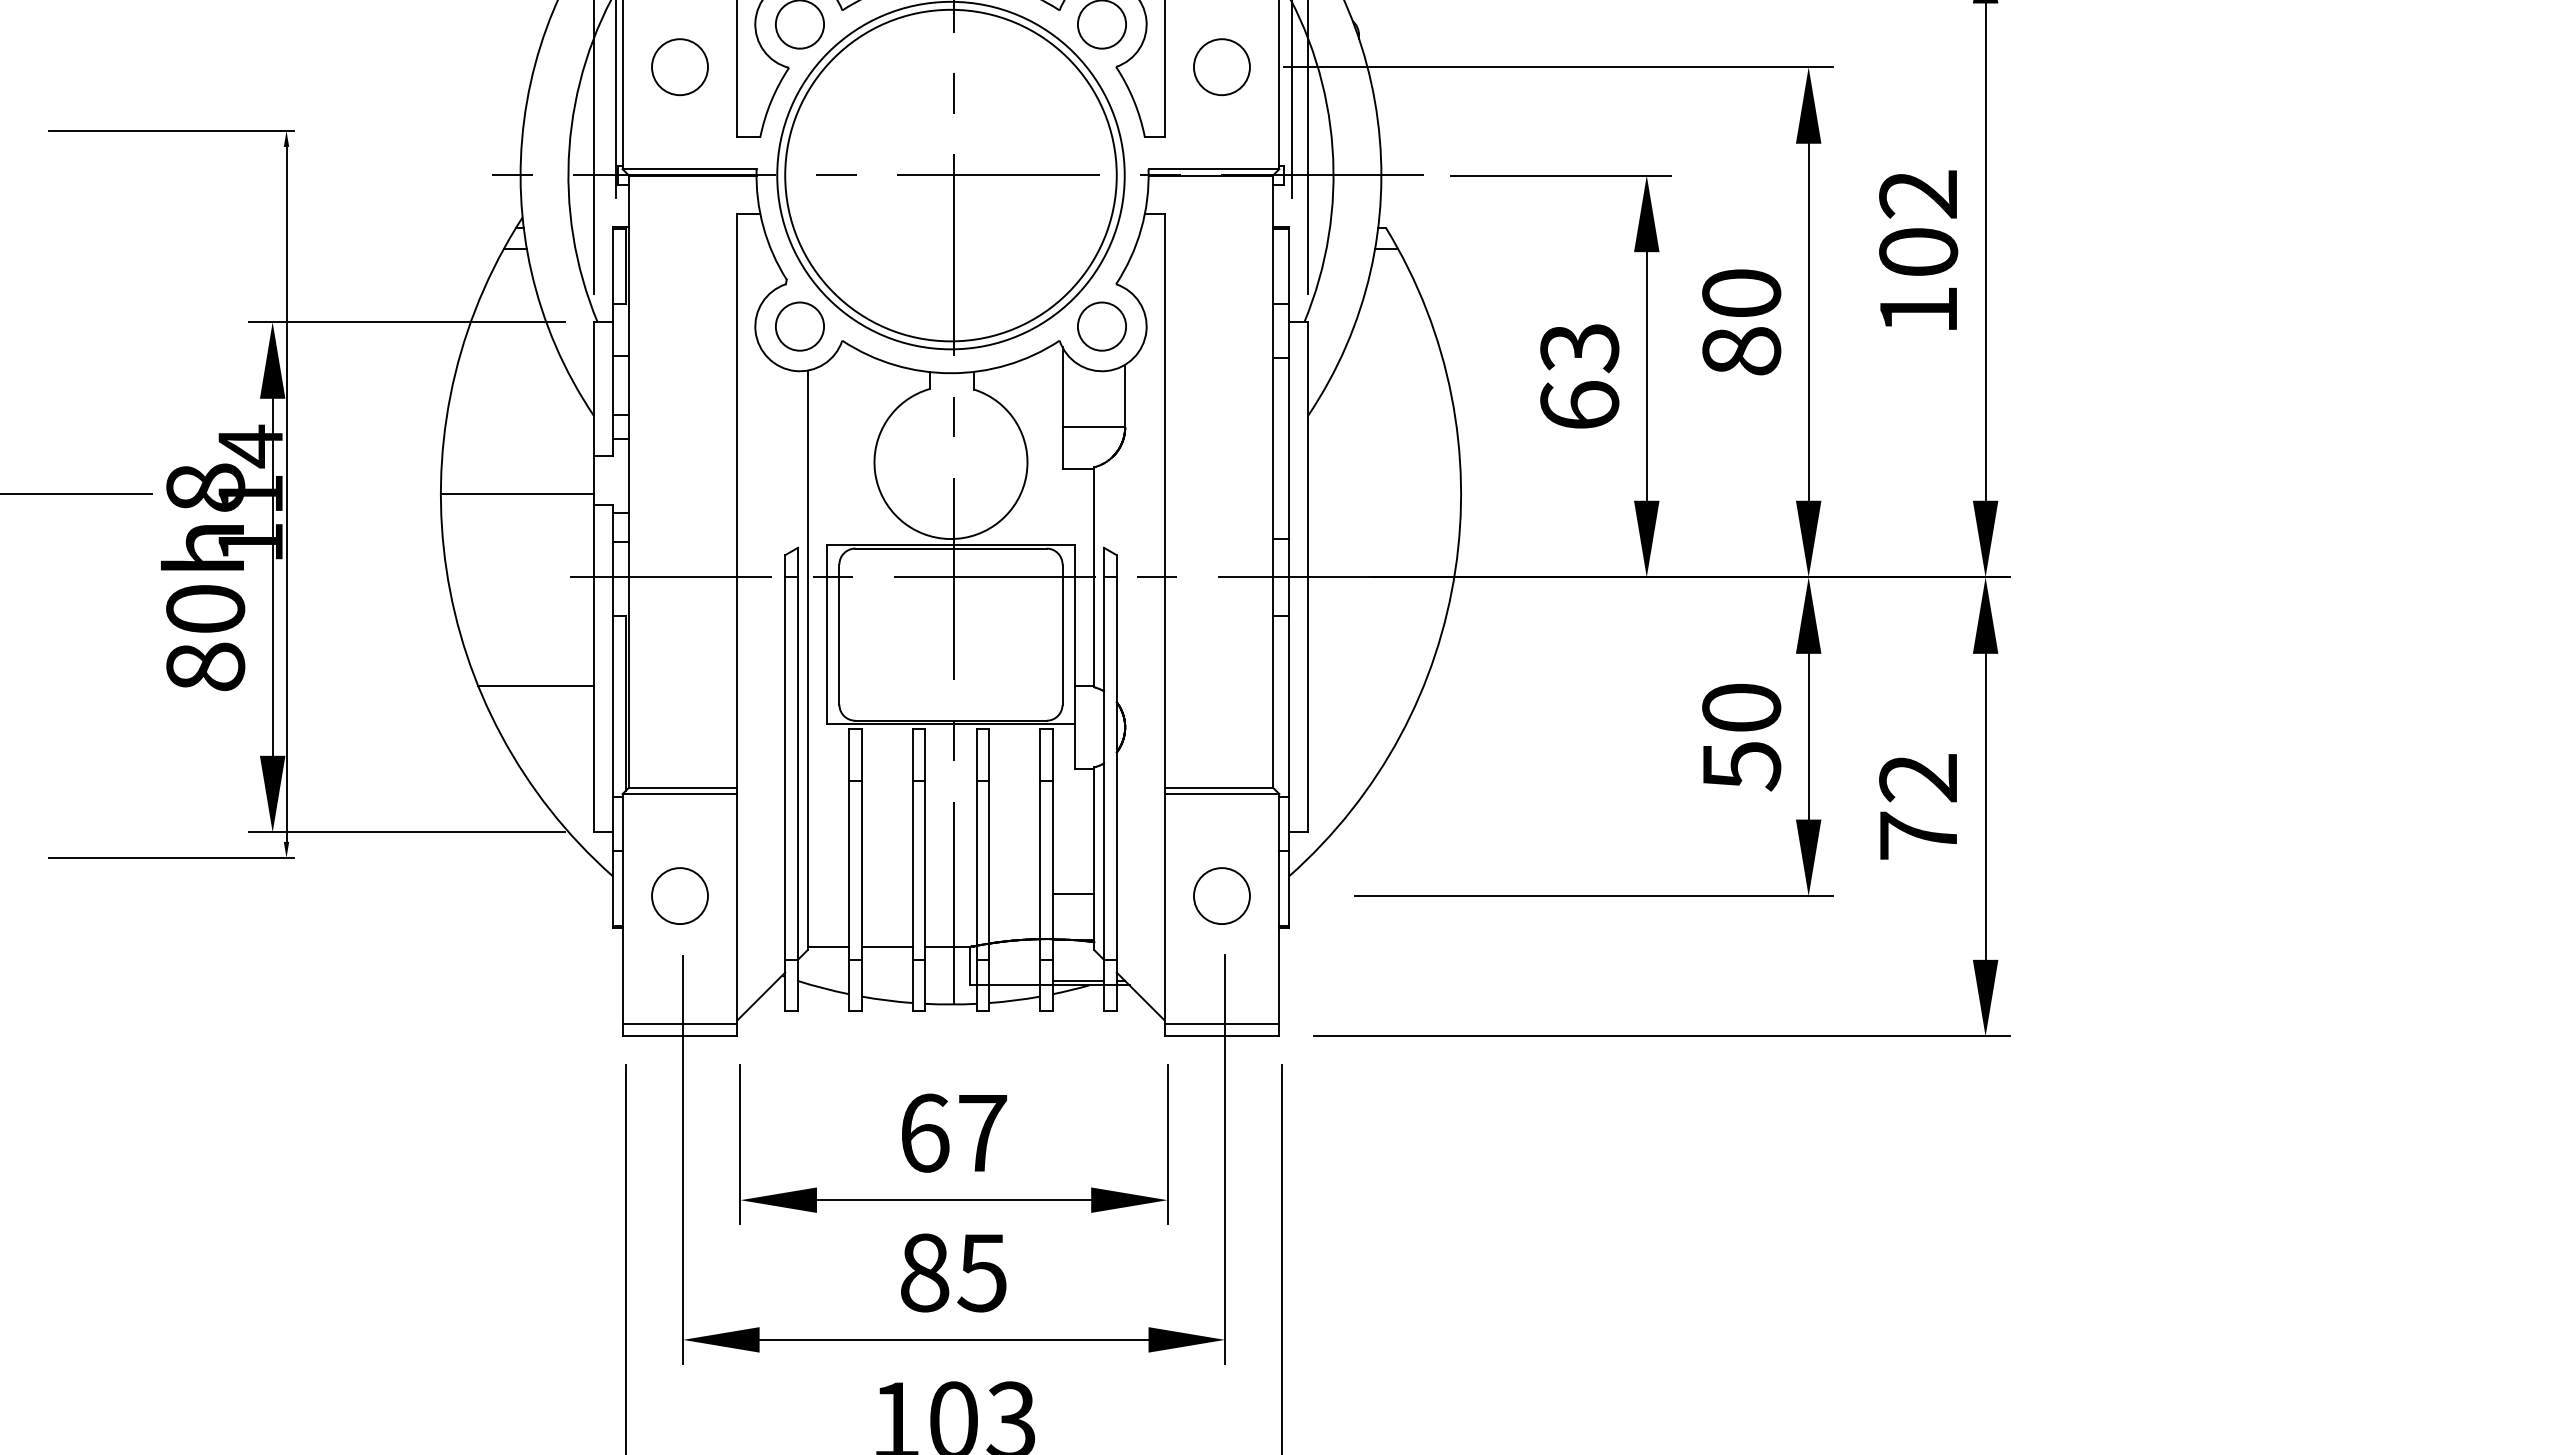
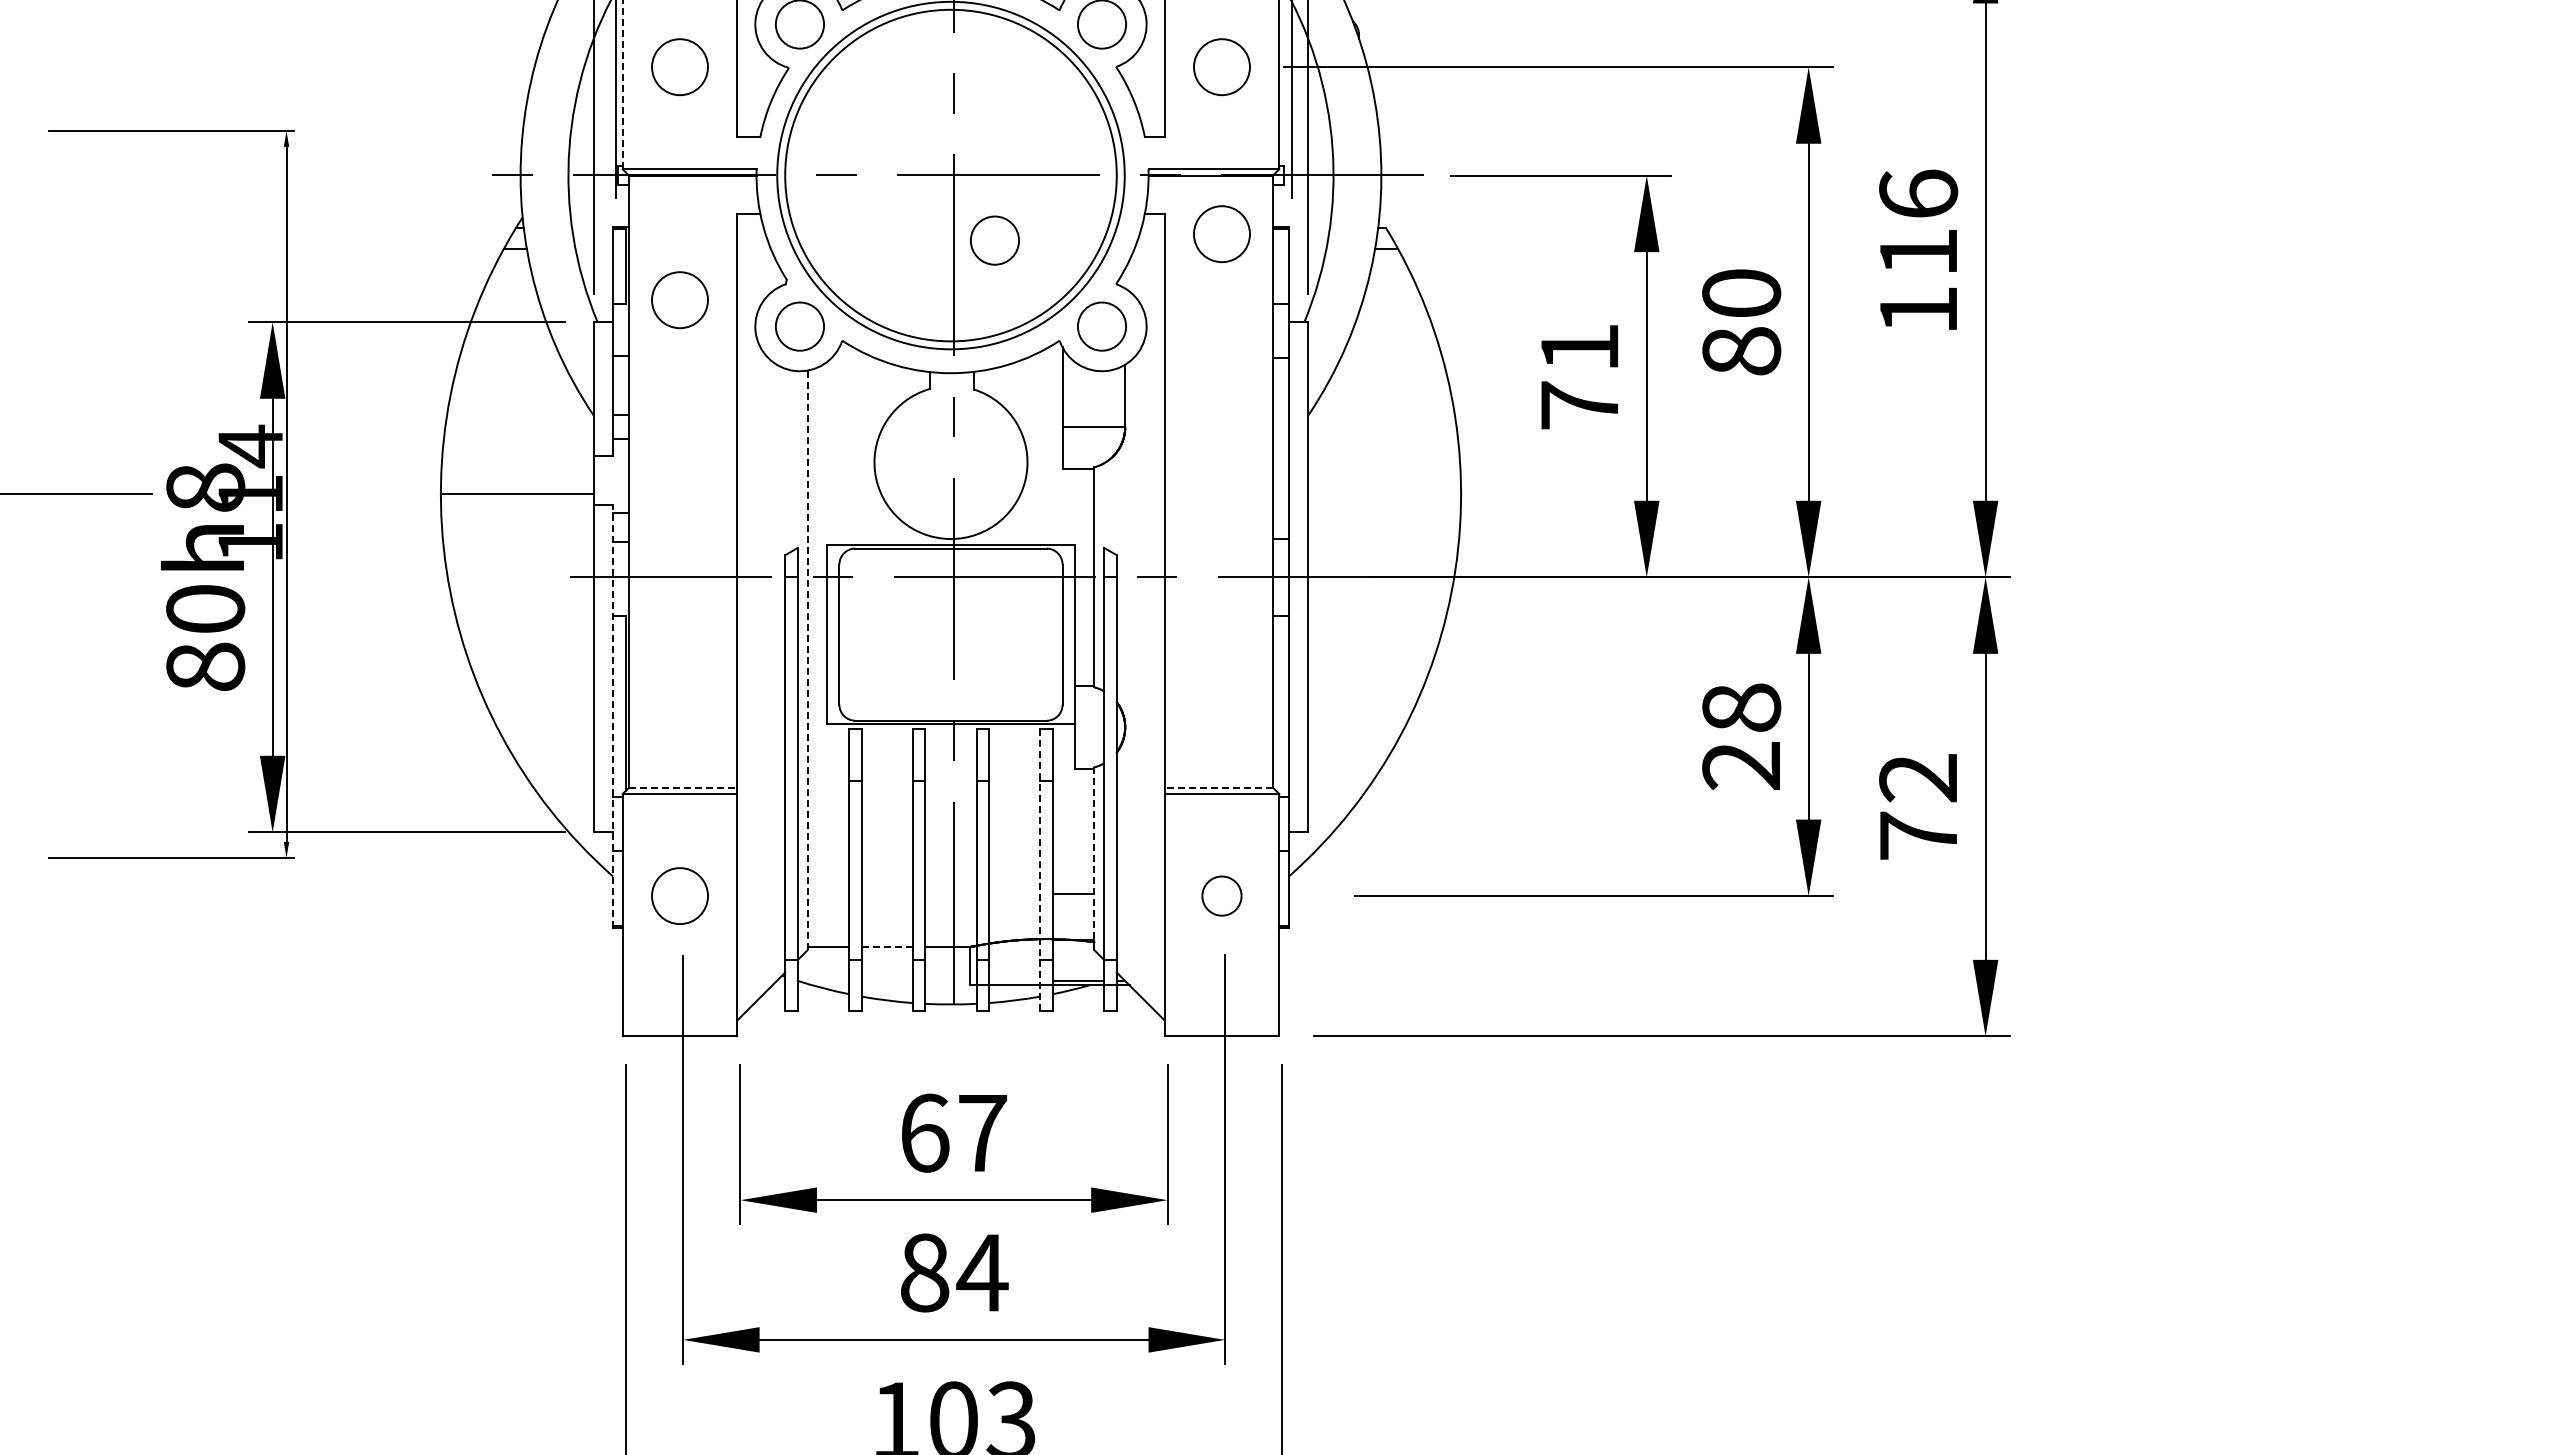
line at (622, 84): solid -> dashed
text at (1918, 222): 102 -> 116
circle at (1221, 234): none -> present
circle at (994, 240): none -> present
circle at (679, 300): none -> present
text at (1579, 376): 63 -> 71
line at (807, 660): solid -> dashed
line at (535, 685): present -> none
line at (613, 716): solid -> dashed
text at (1741, 737): 50 -> 28
line at (683, 787): solid -> dashed
line at (1218, 787): solid -> dashed
line at (1094, 859): solid -> dashed
line at (1040, 870): solid -> dashed
circle at (1221, 896) diameter: 56 px -> 39 px
line at (887, 947): solid -> dashed
line at (679, 1023): present -> none
line at (1221, 1023): present -> none
text at (982, 1273): 85 -> 84
